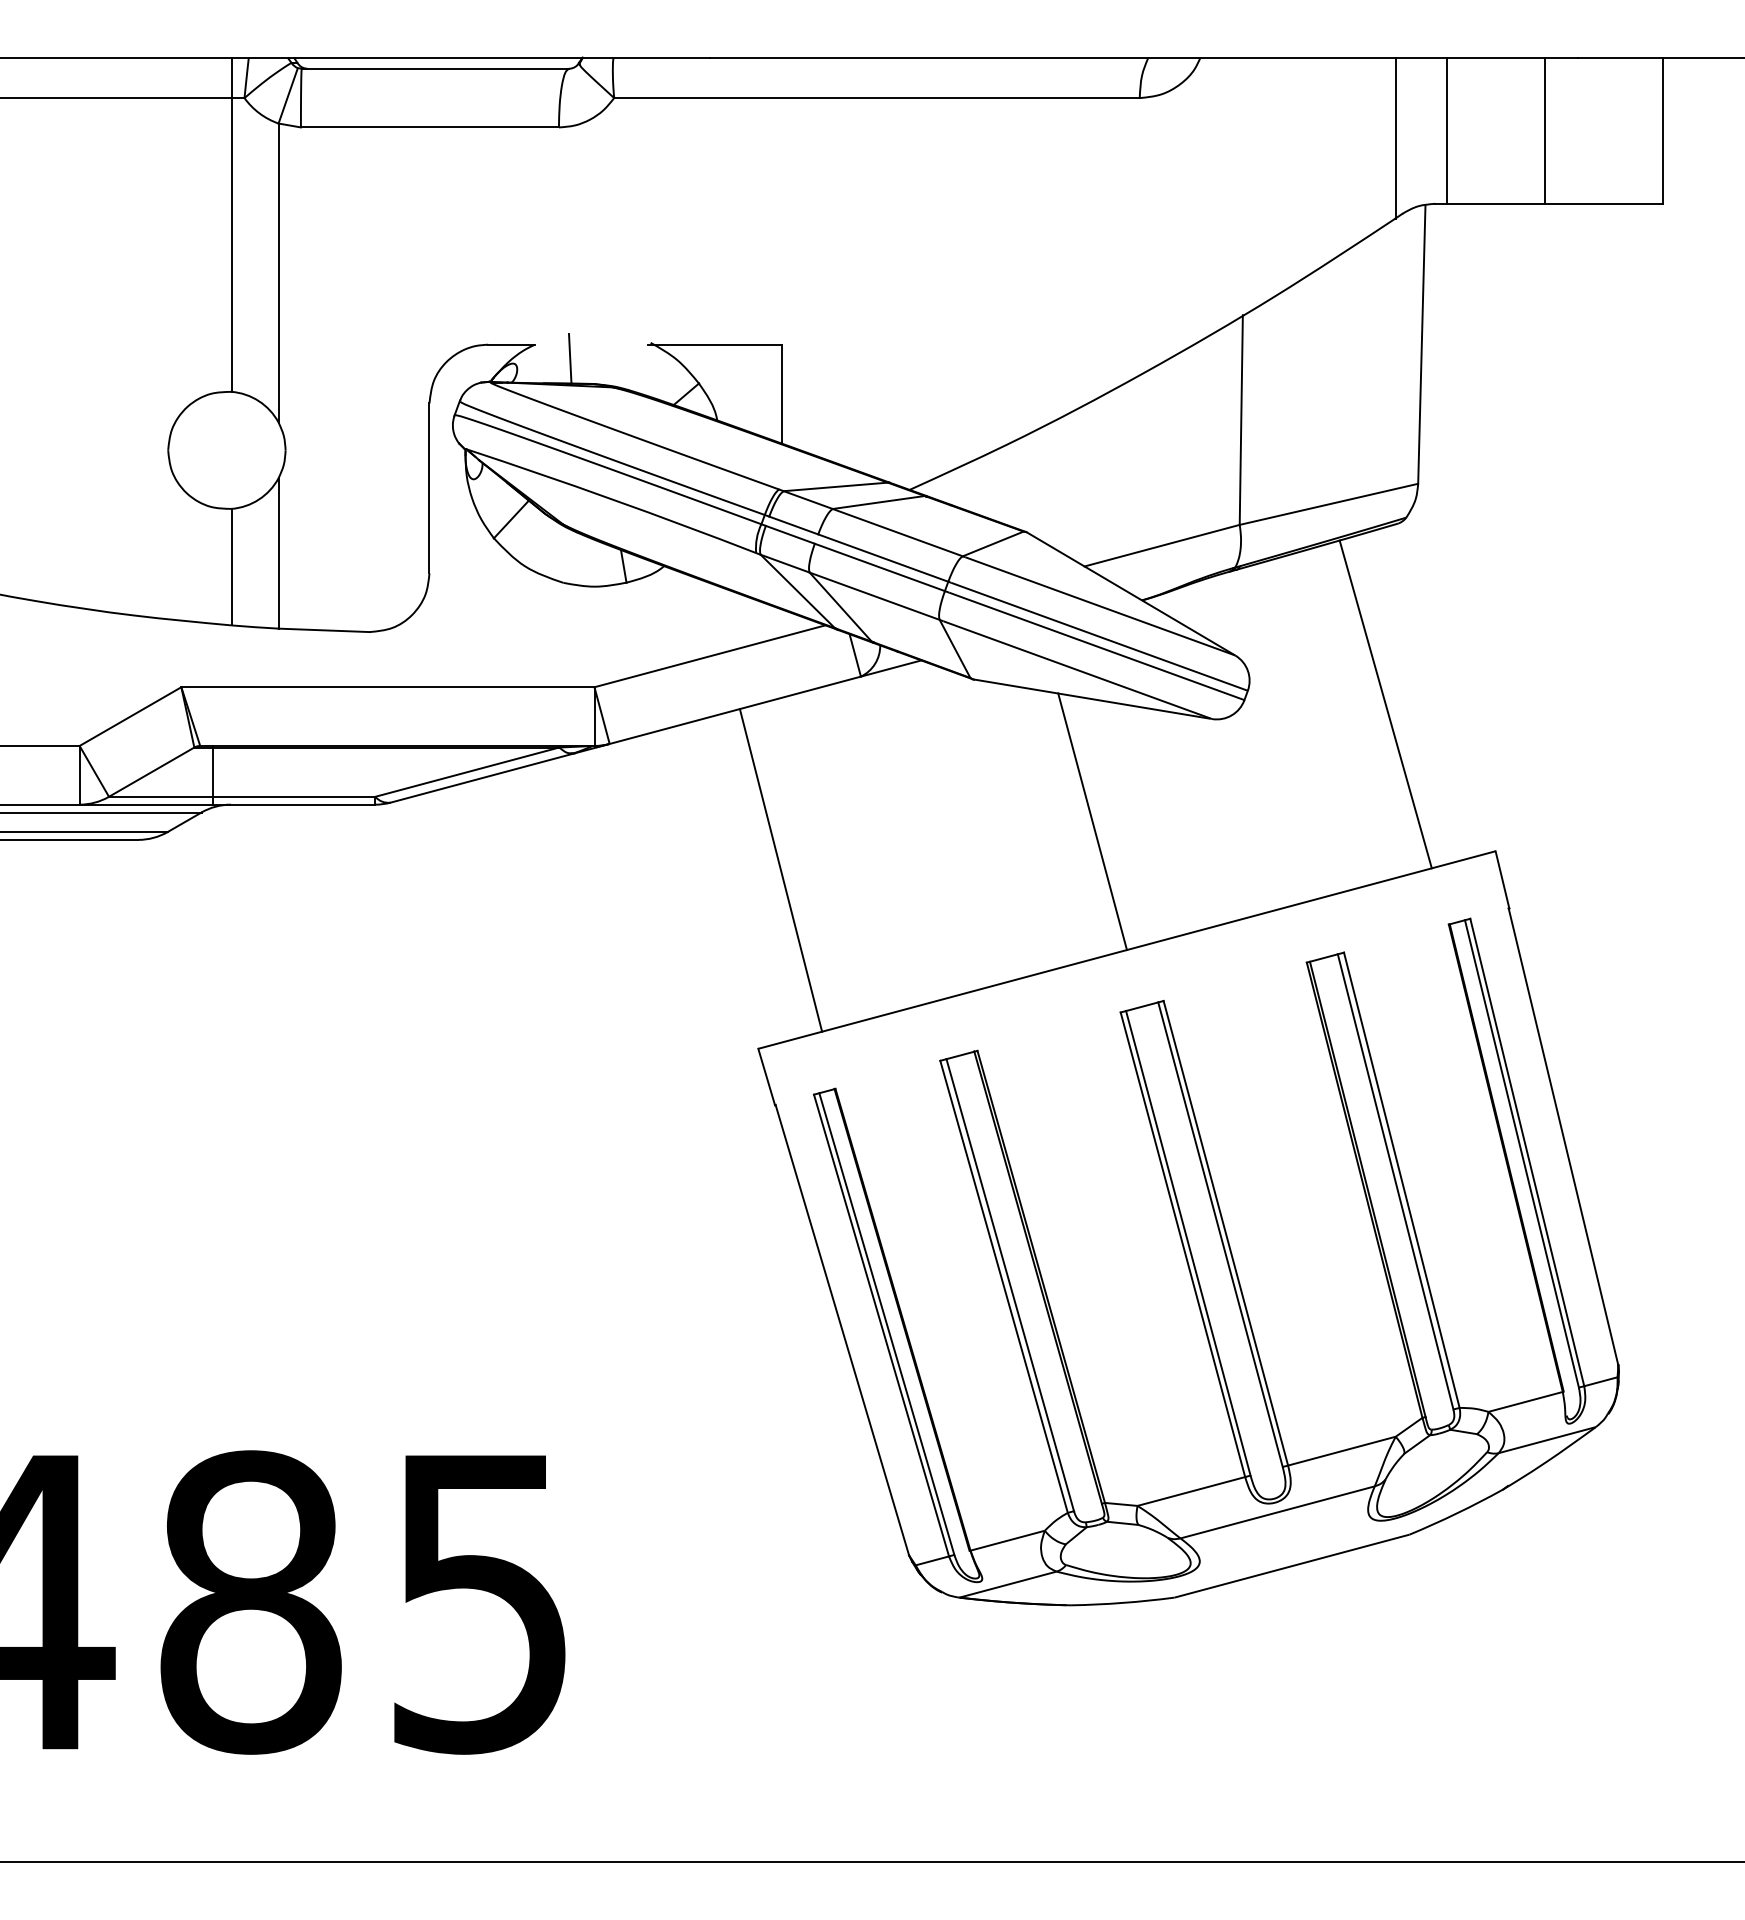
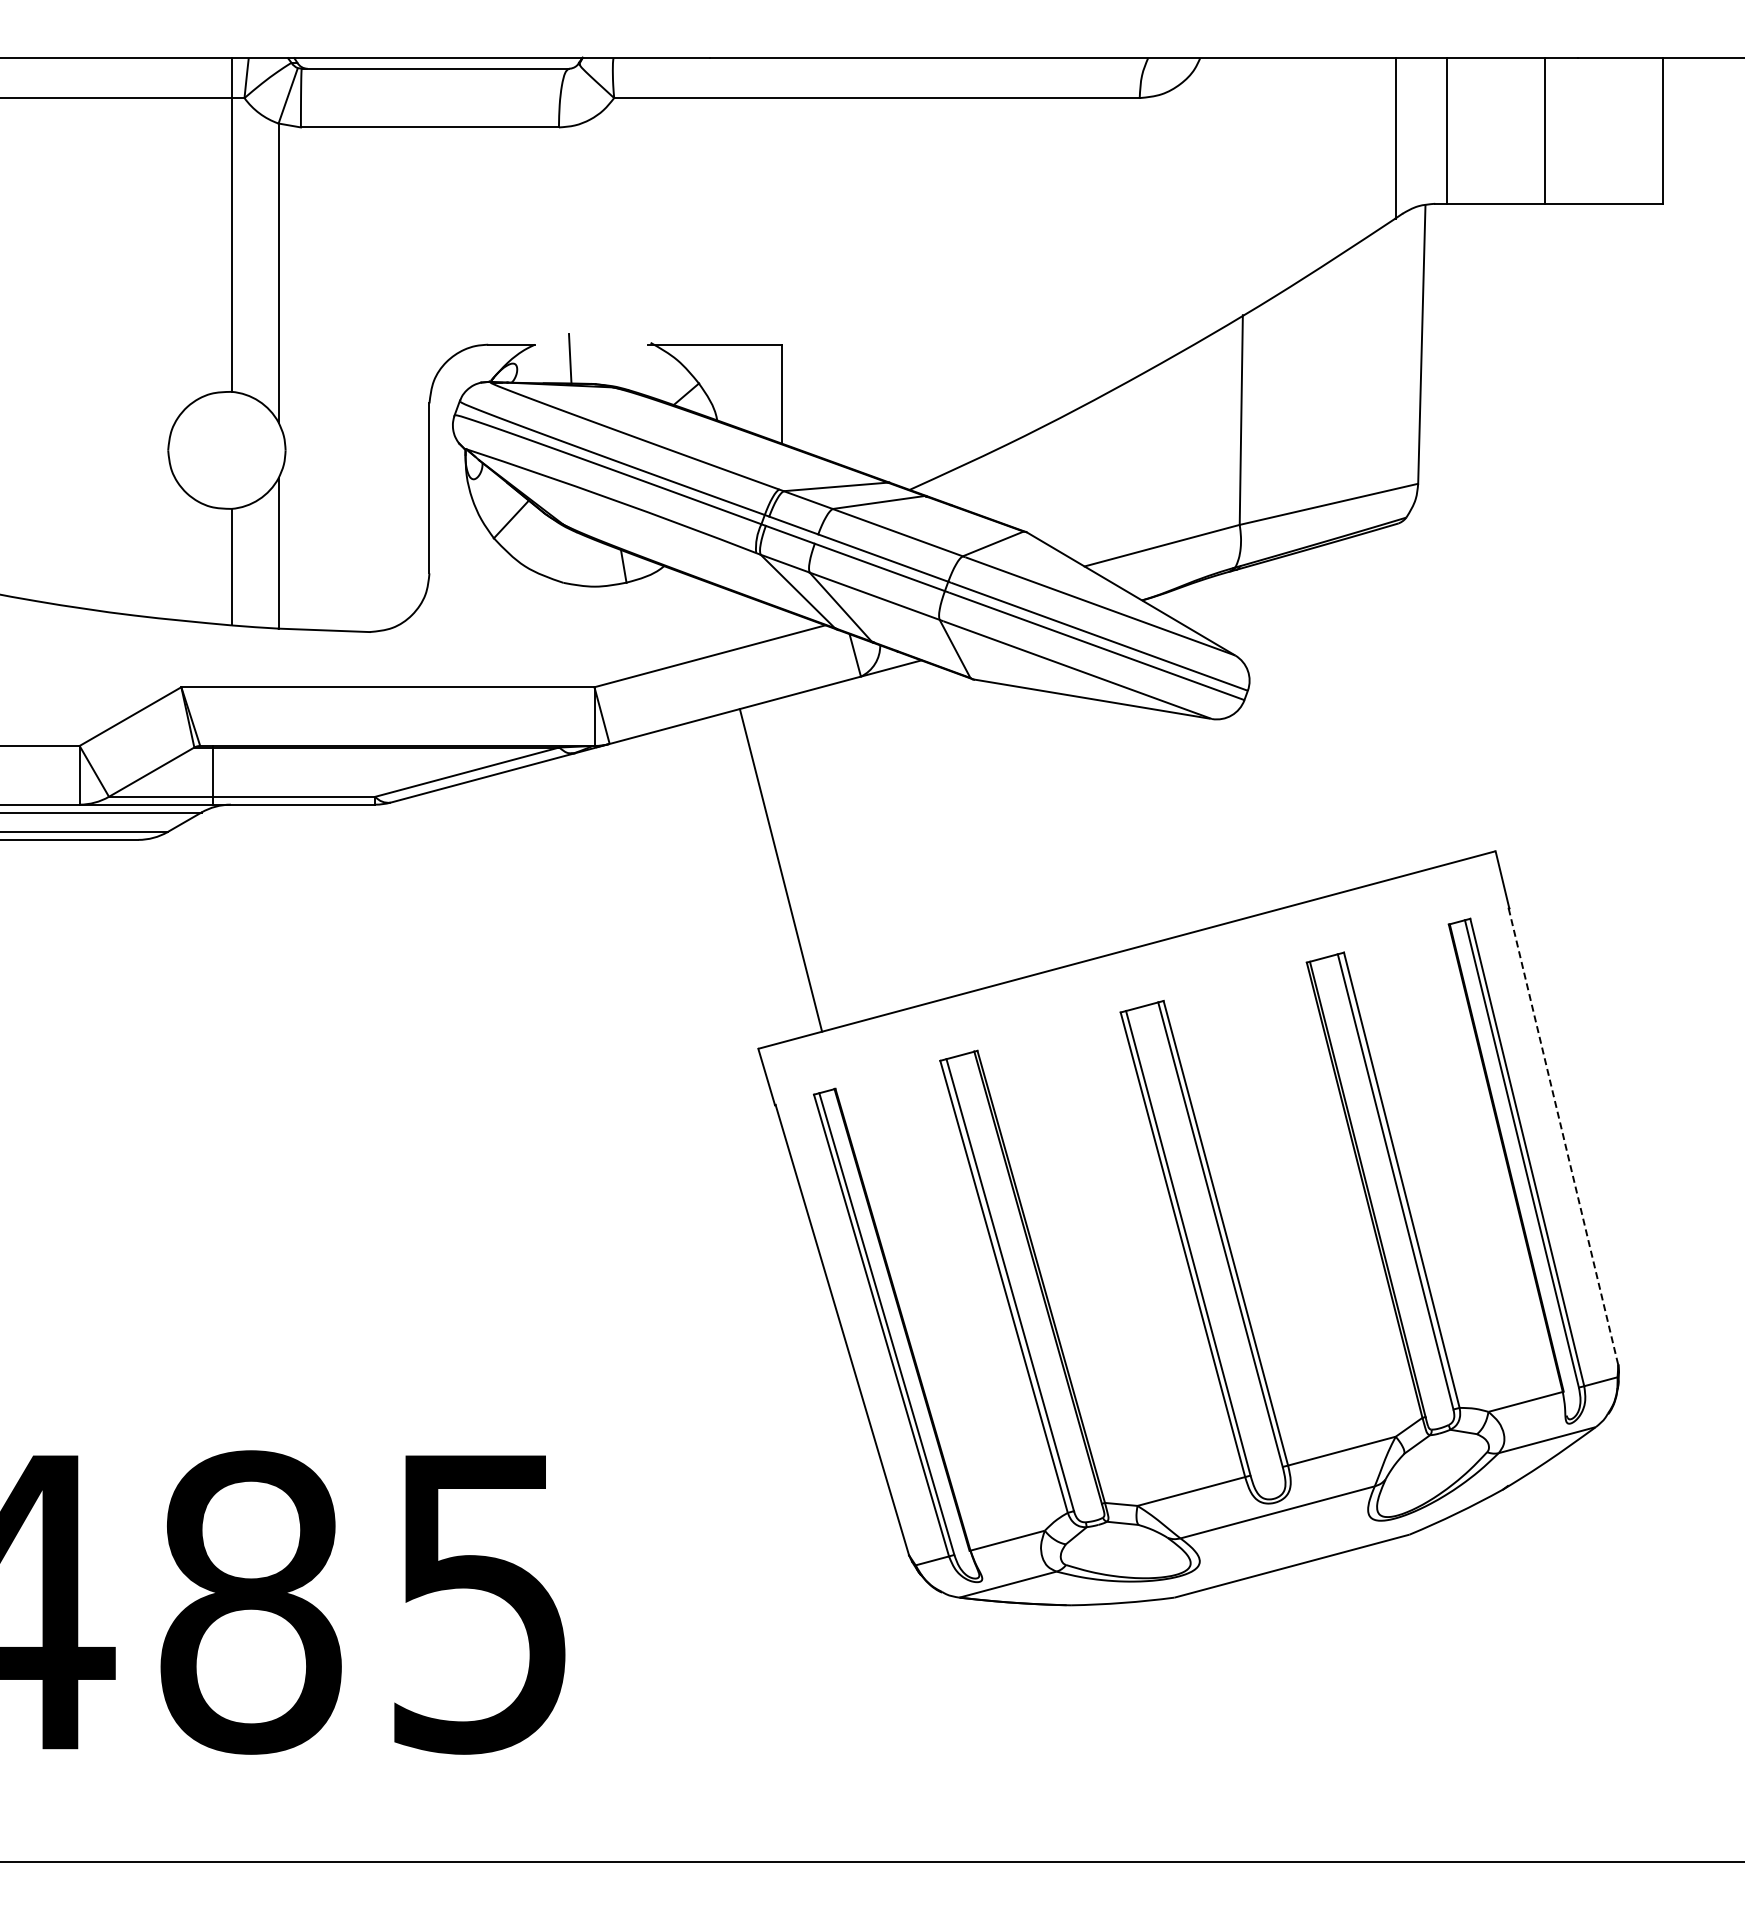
line at (1385, 704): present -> none
line at (1092, 821): present -> none
line at (1563, 1136): solid -> dashed
